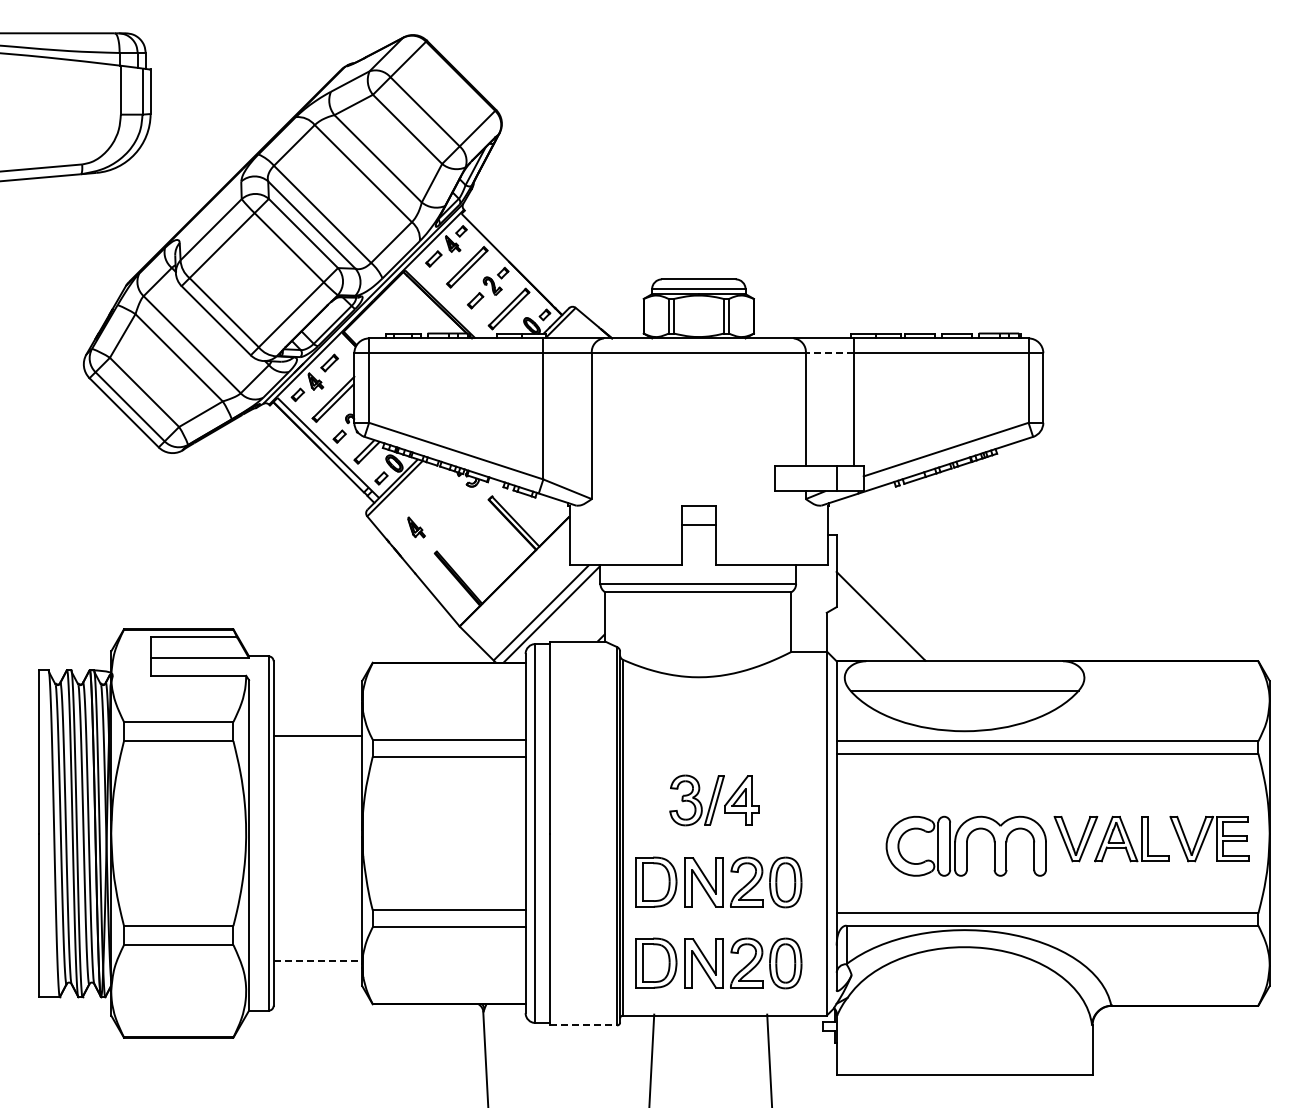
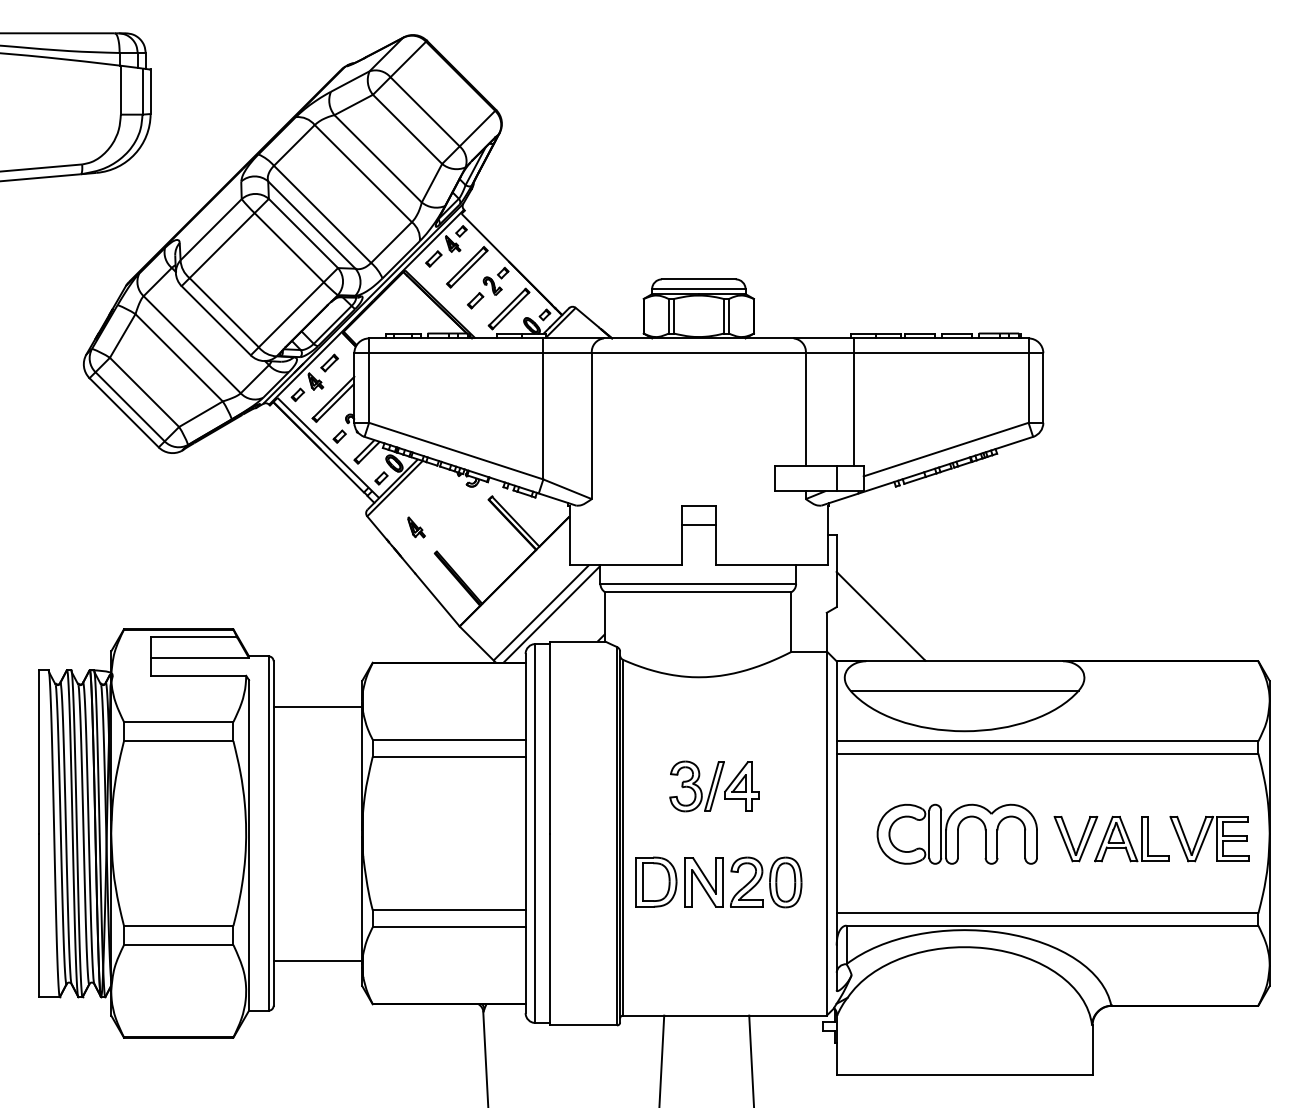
line at (829, 353): dashed -> solid
line at (317, 735) position: (317, 735) -> (317, 706)
part at (714, 800) position: (714, 800) -> (714, 786)
part at (965, 845) position: (965, 845) -> (956, 833)
line at (318, 960): dashed -> solid
part at (718, 963): present -> none
line at (584, 1025): dashed -> solid
line at (651, 1059) position: (651, 1059) -> (661, 1059)
line at (769, 1059) position: (769, 1059) -> (751, 1059)
